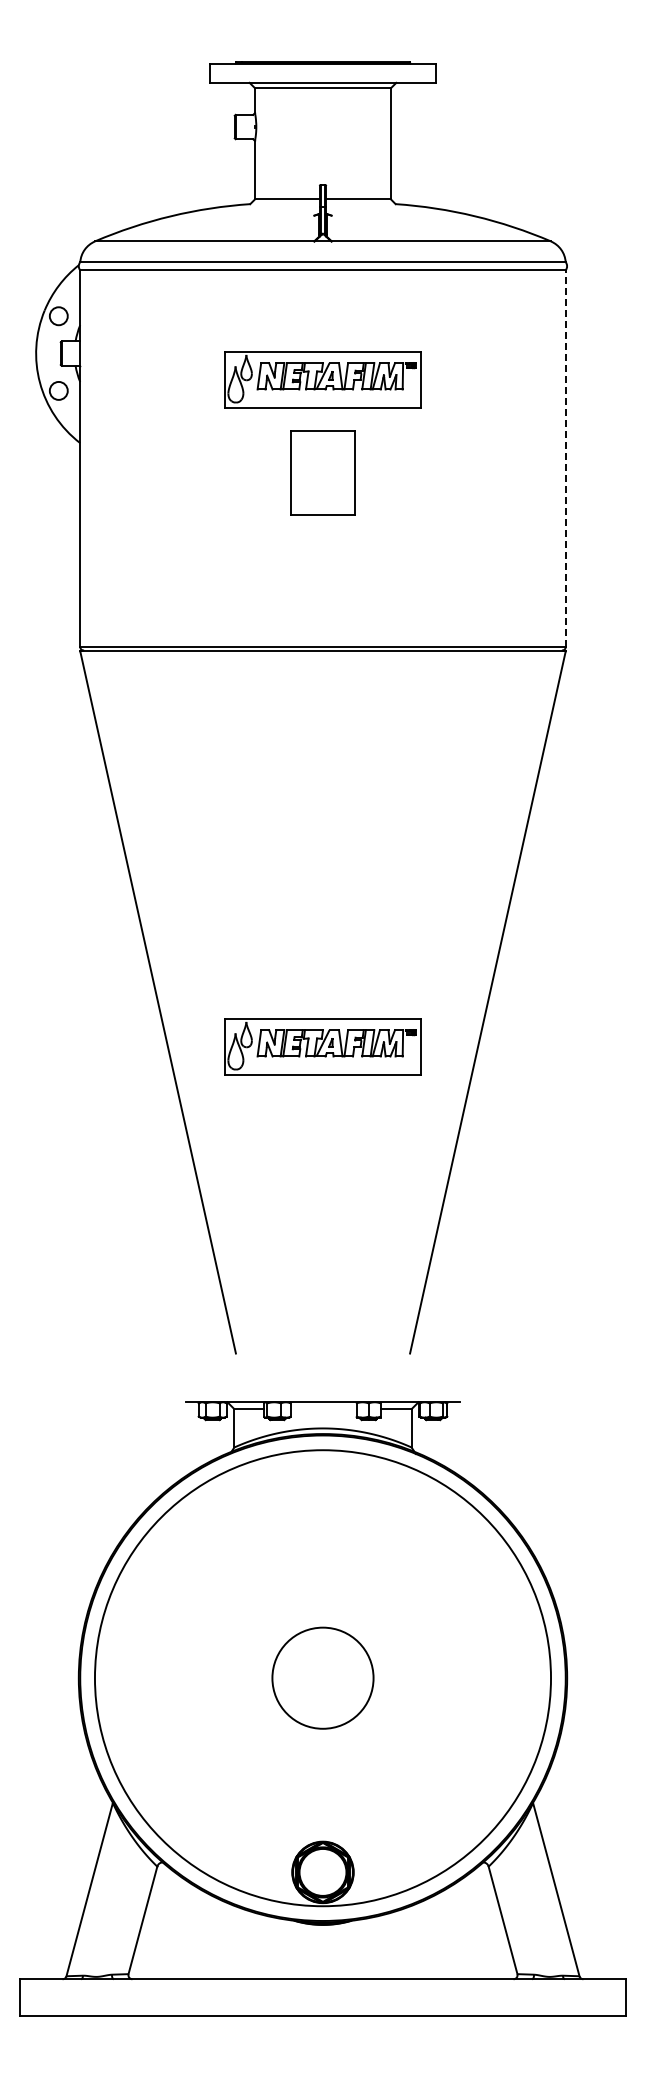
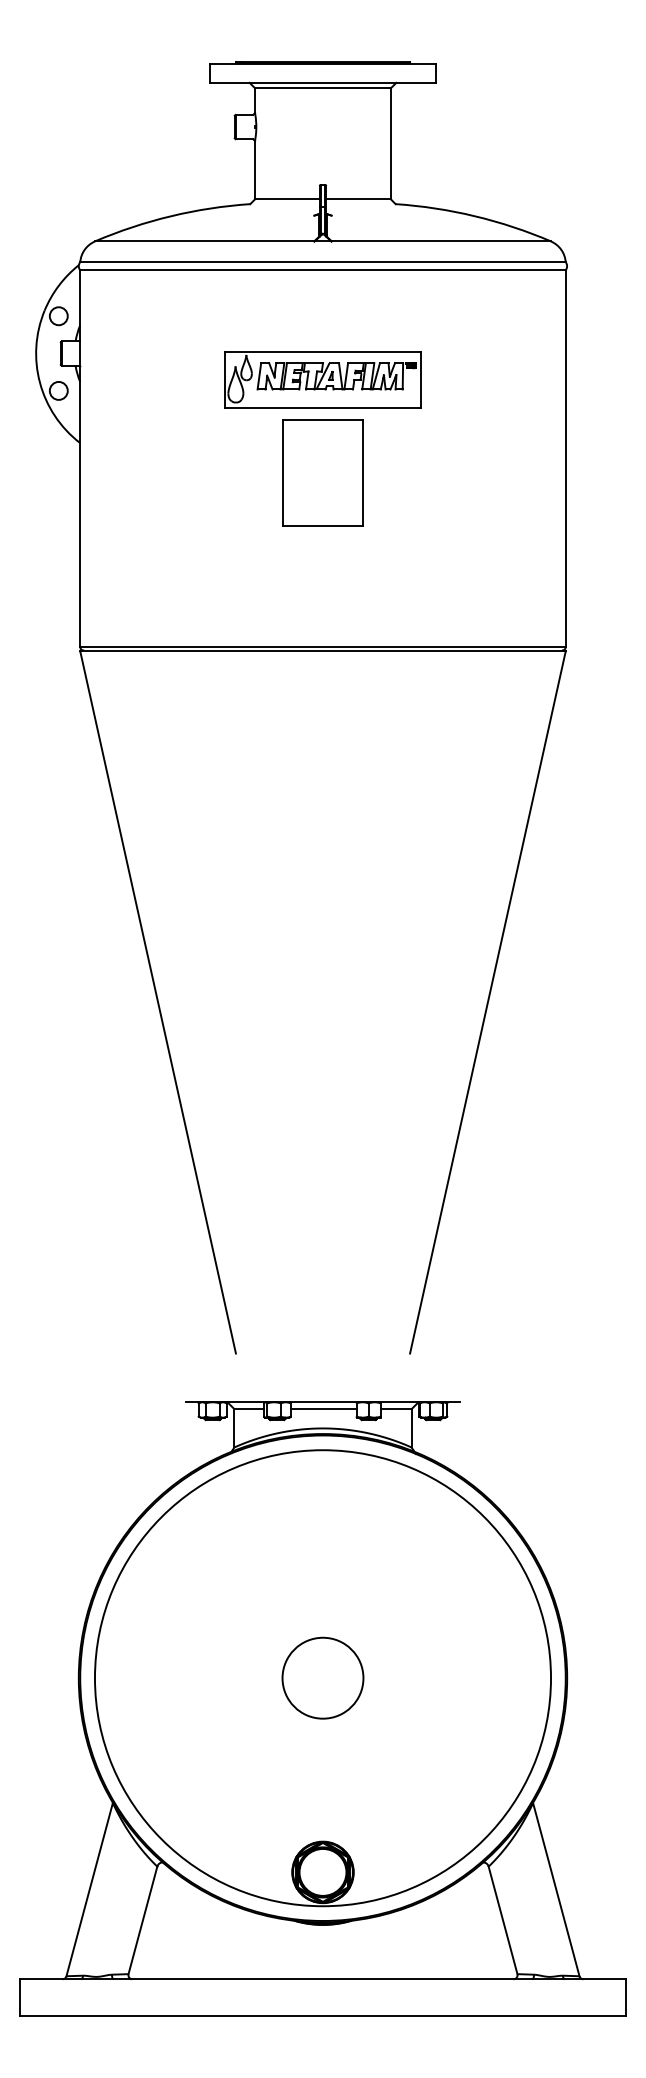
line at (565, 458): dashed -> solid
part at (322, 472) size: 66x86 px -> 82x108 px
part at (322, 1046): present -> none
line at (323, 1408): none -> present
circle at (322, 1677) diameter: 101 px -> 81 px
